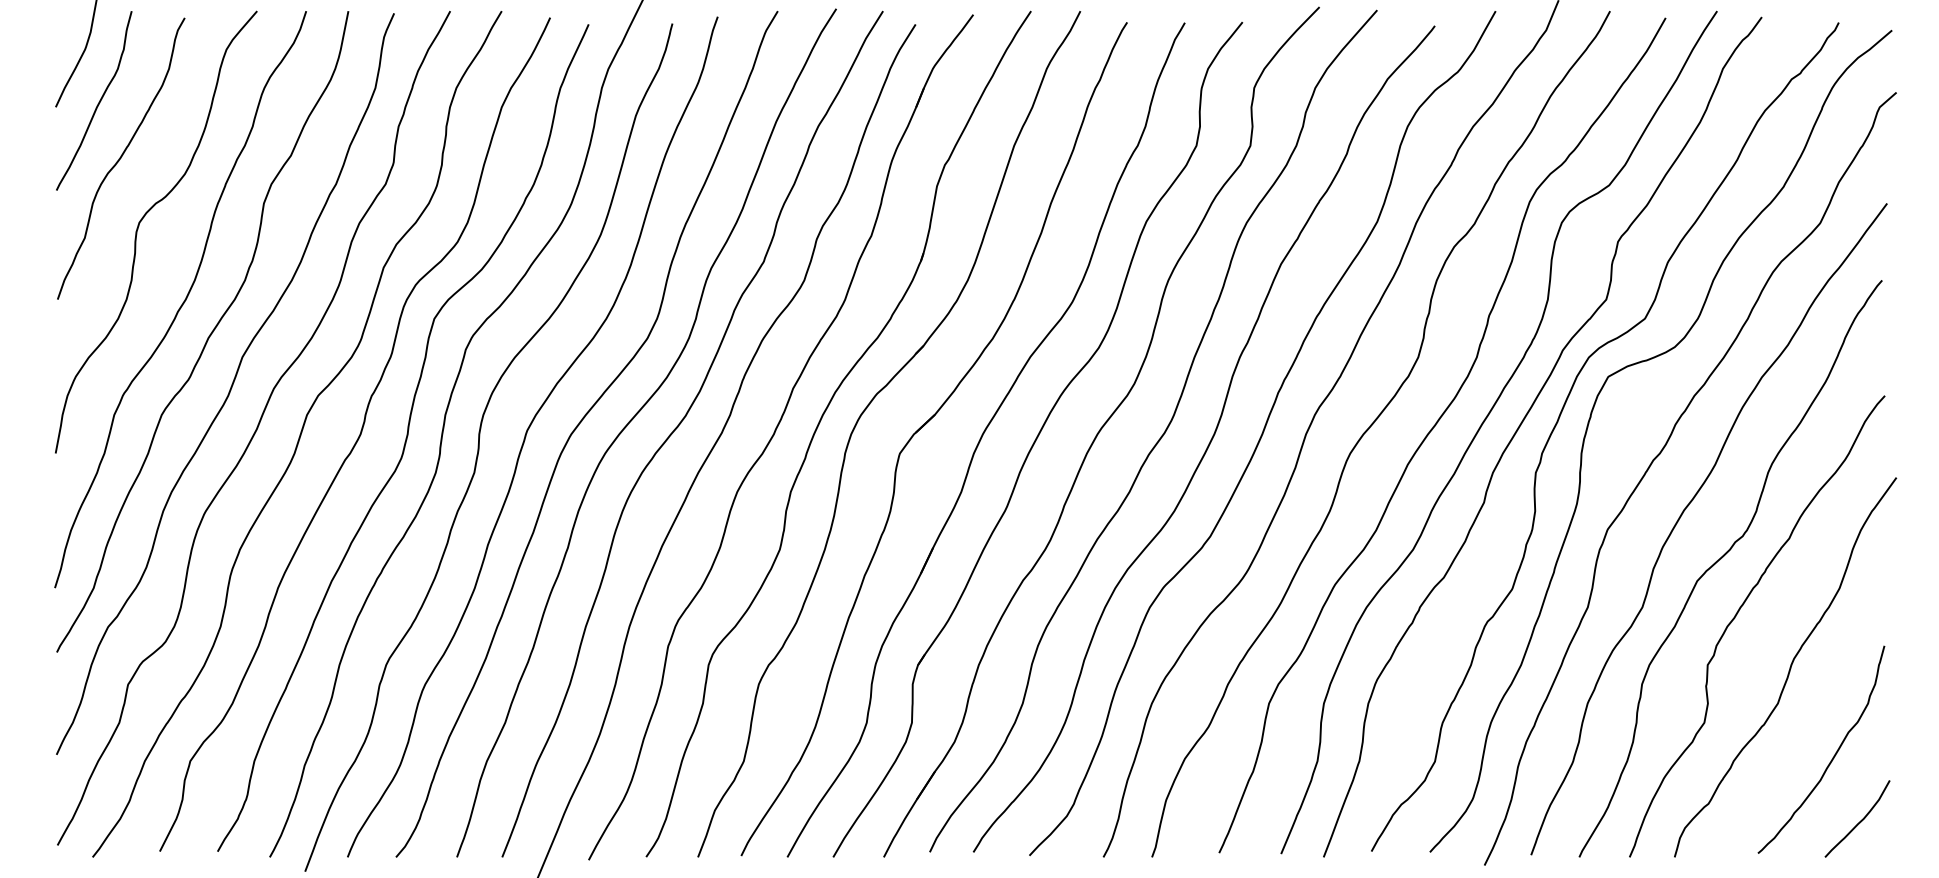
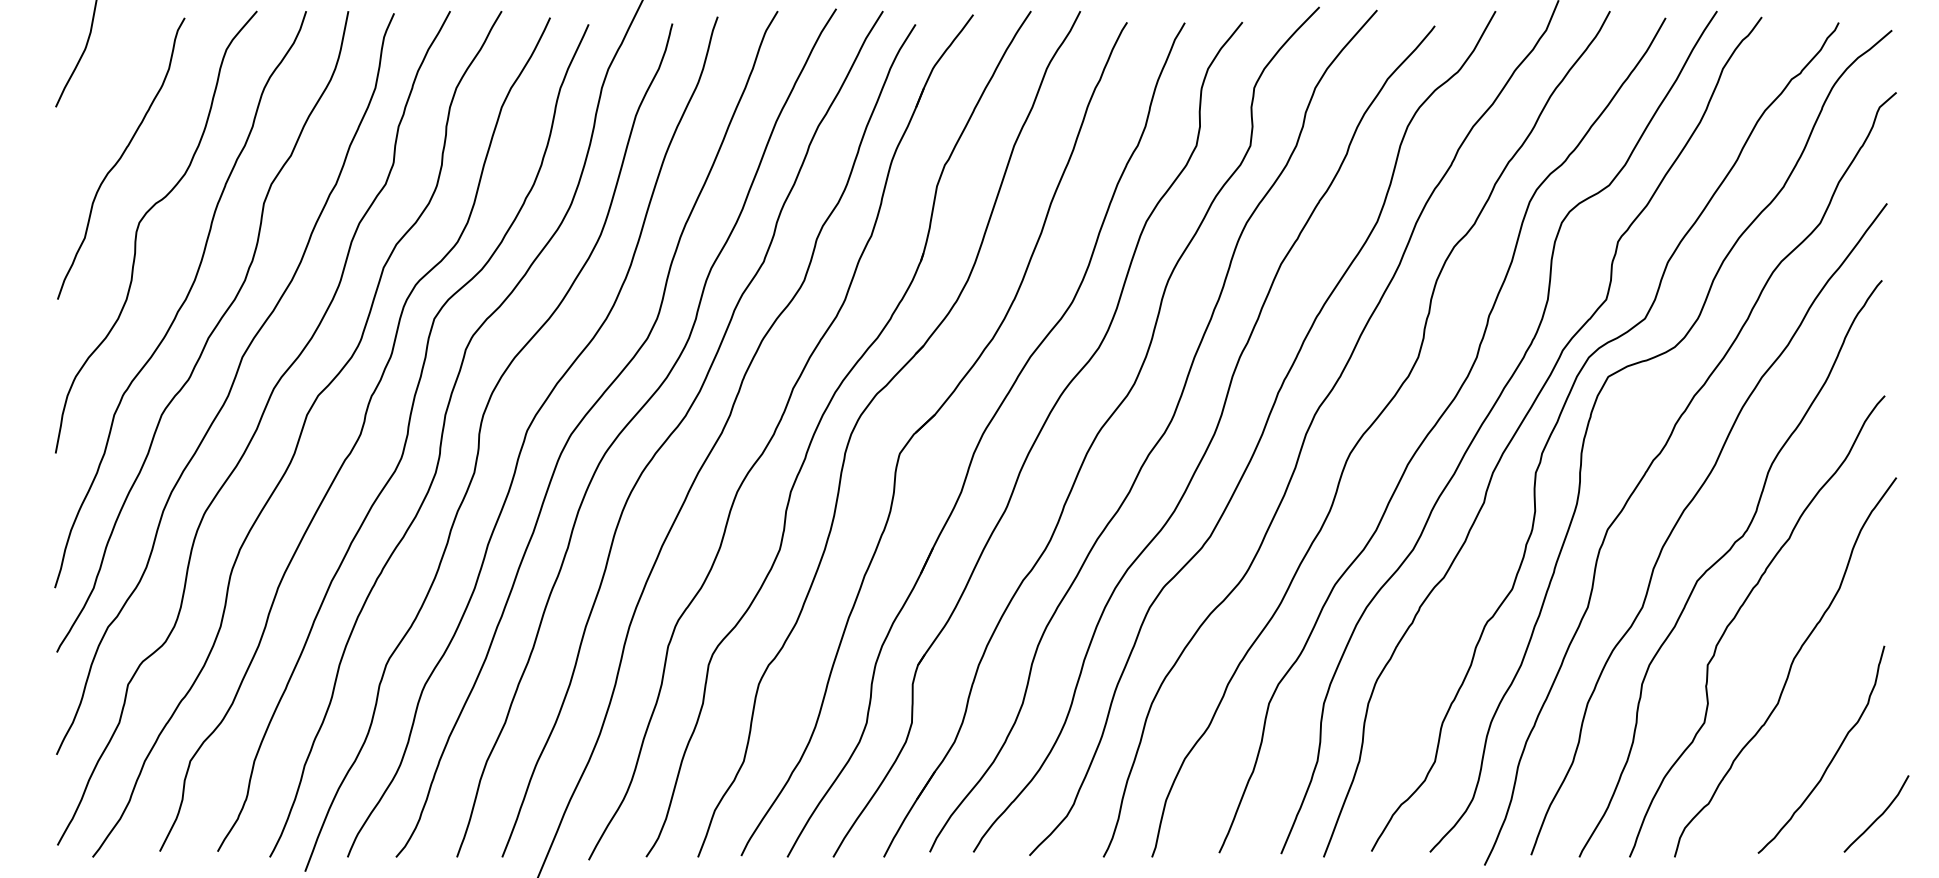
curve at (98, 102): present -> none
curve at (1860, 820) position: (1860, 820) -> (1879, 815)
